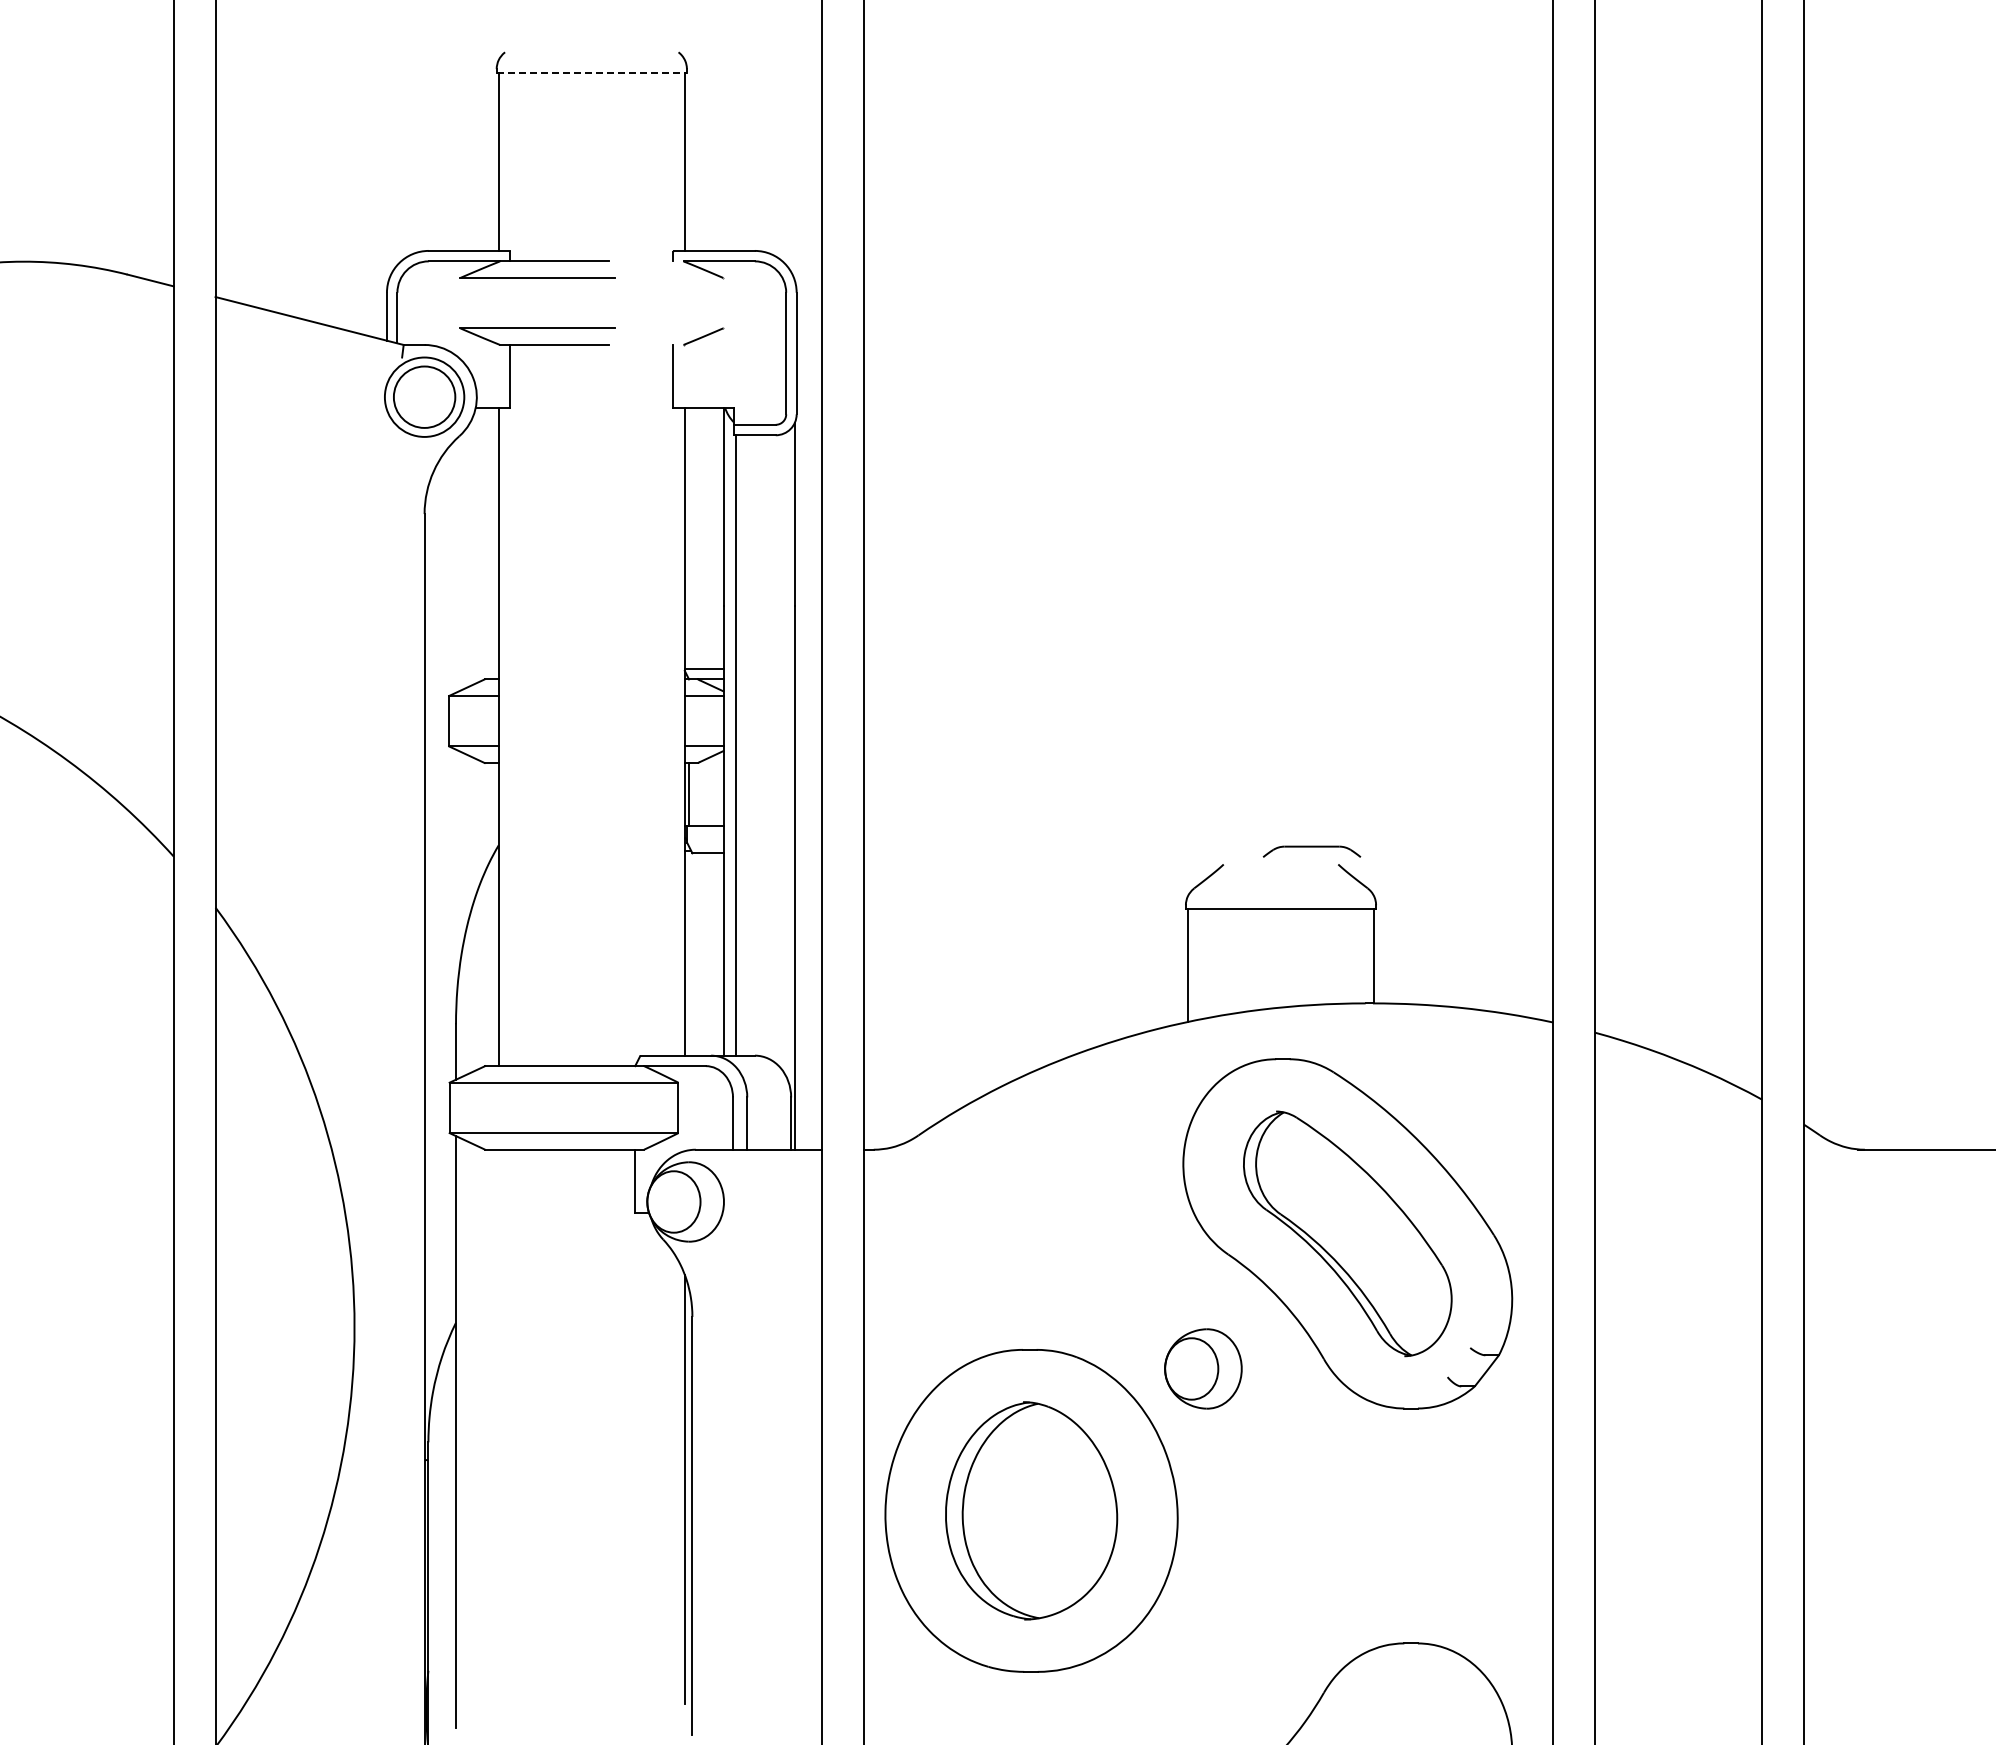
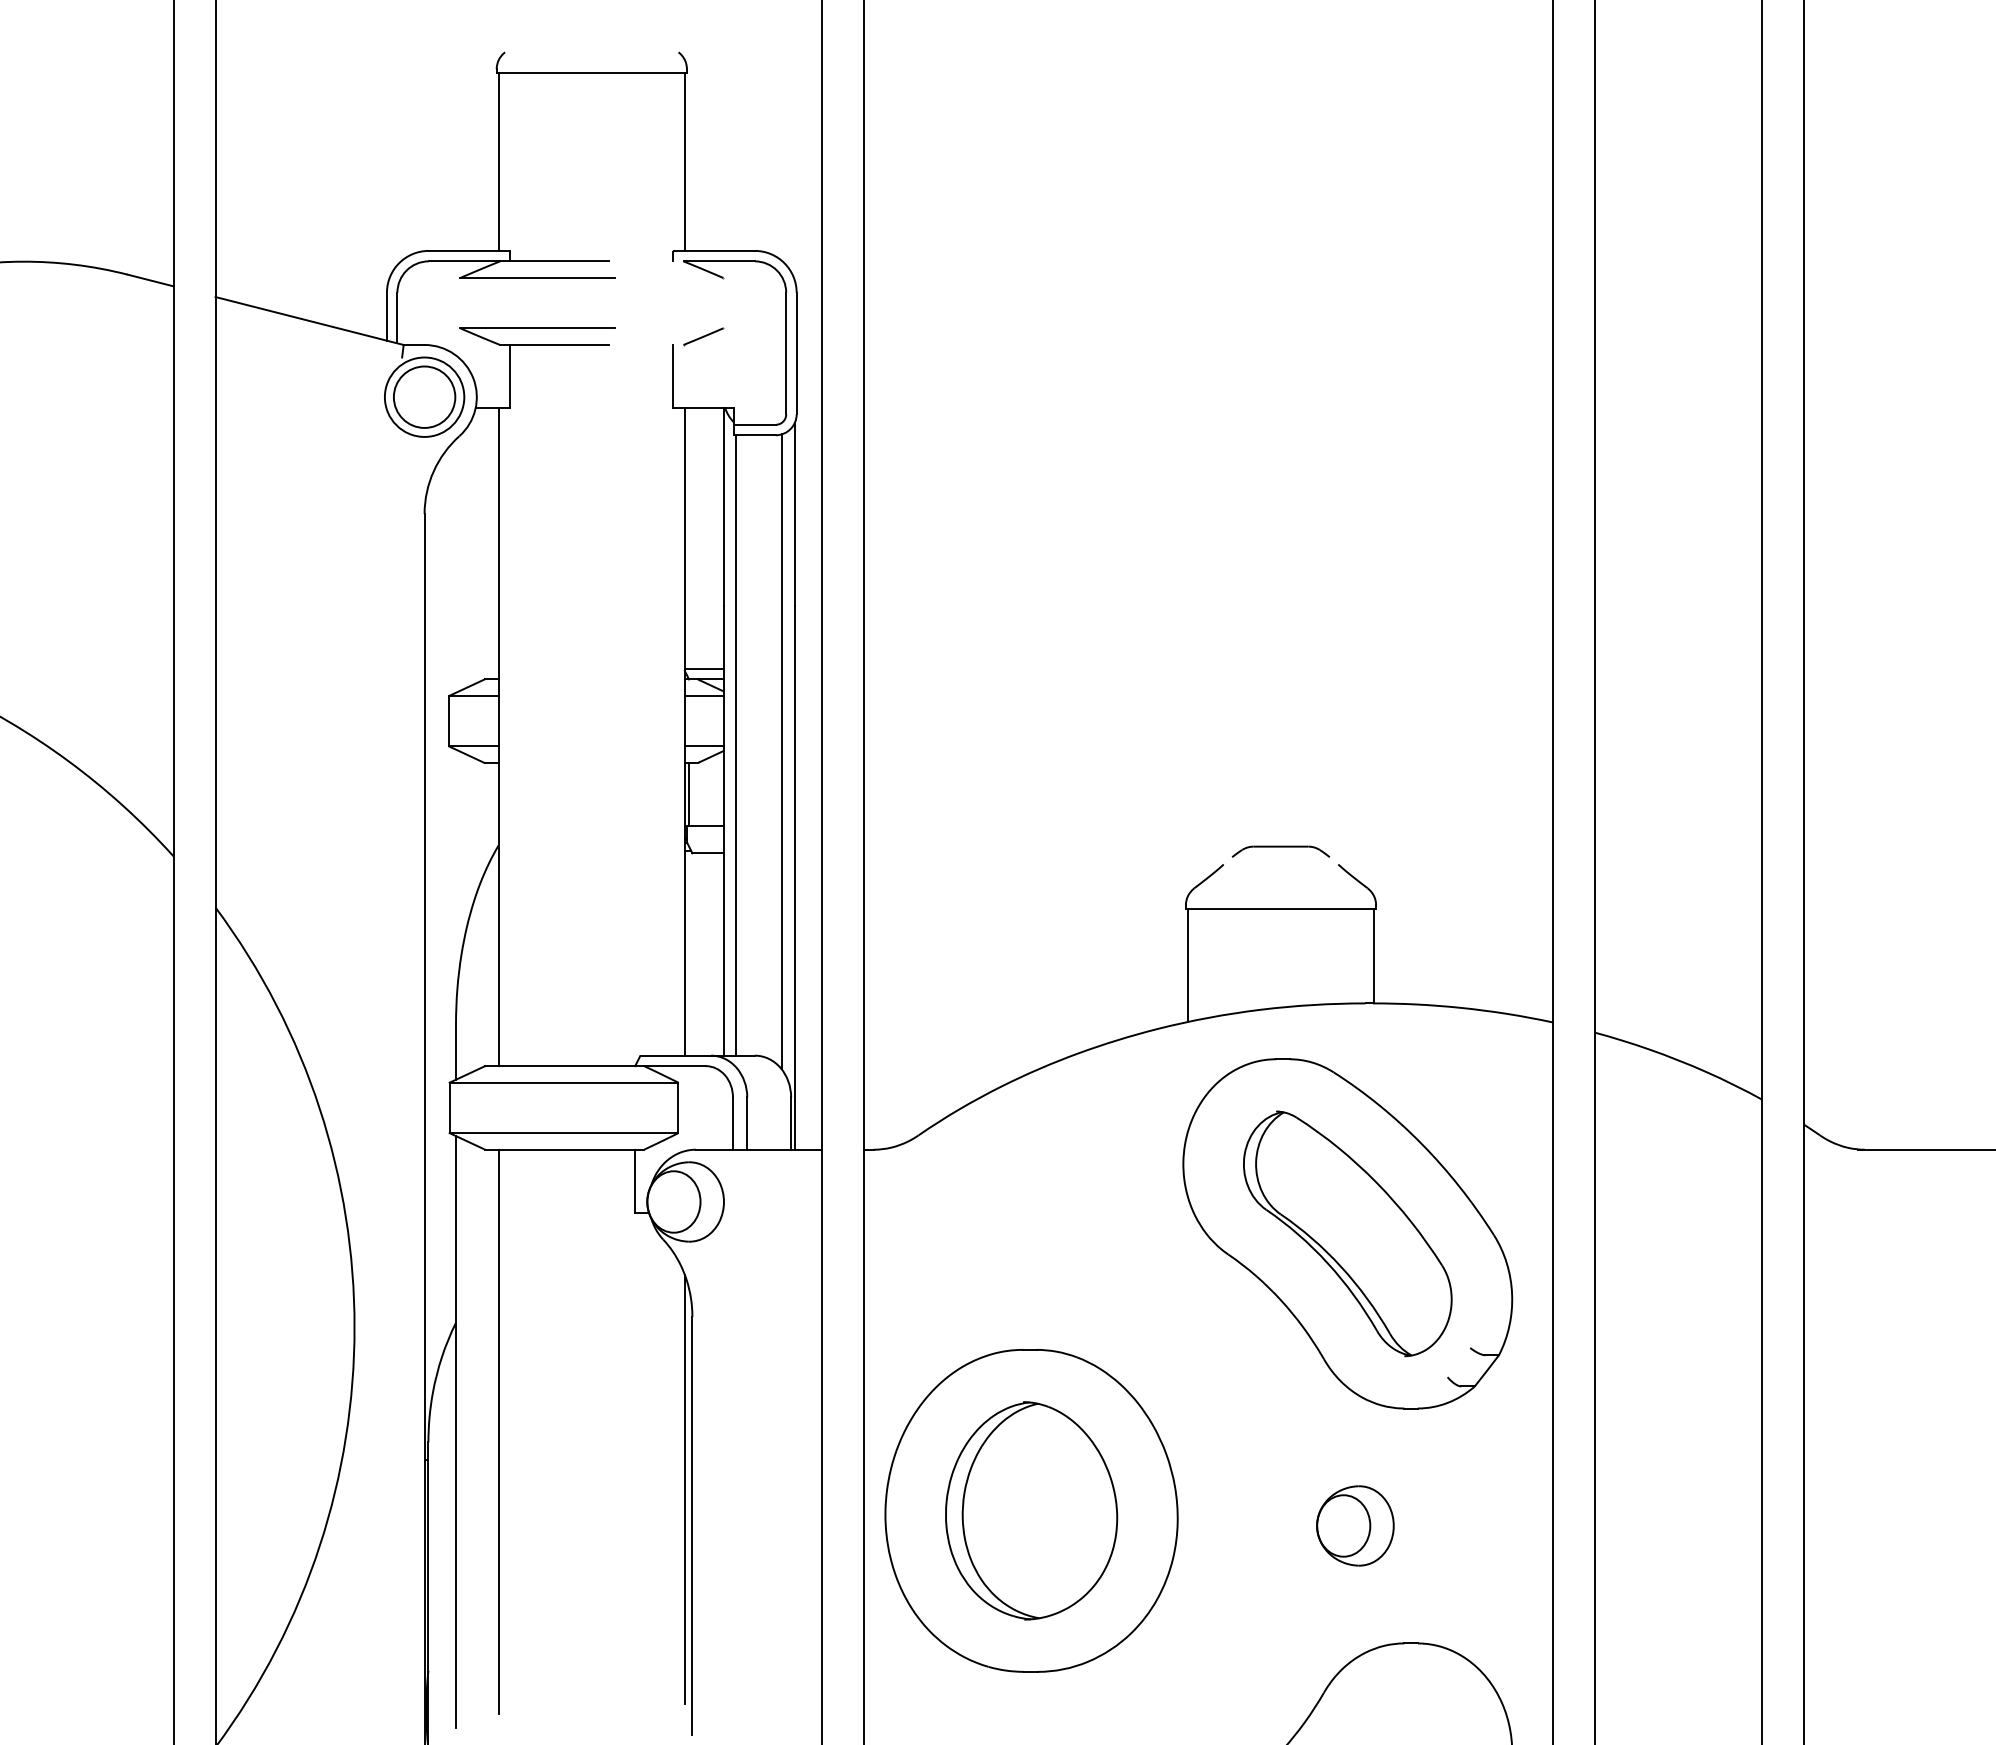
line at (592, 73): dashed -> solid
line at (781, 751): none -> present
part at (1311, 851) position: (1311, 851) -> (1280, 851)
part at (1203, 1368) position: (1203, 1368) -> (1355, 1525)
line at (498, 1431): none -> present
